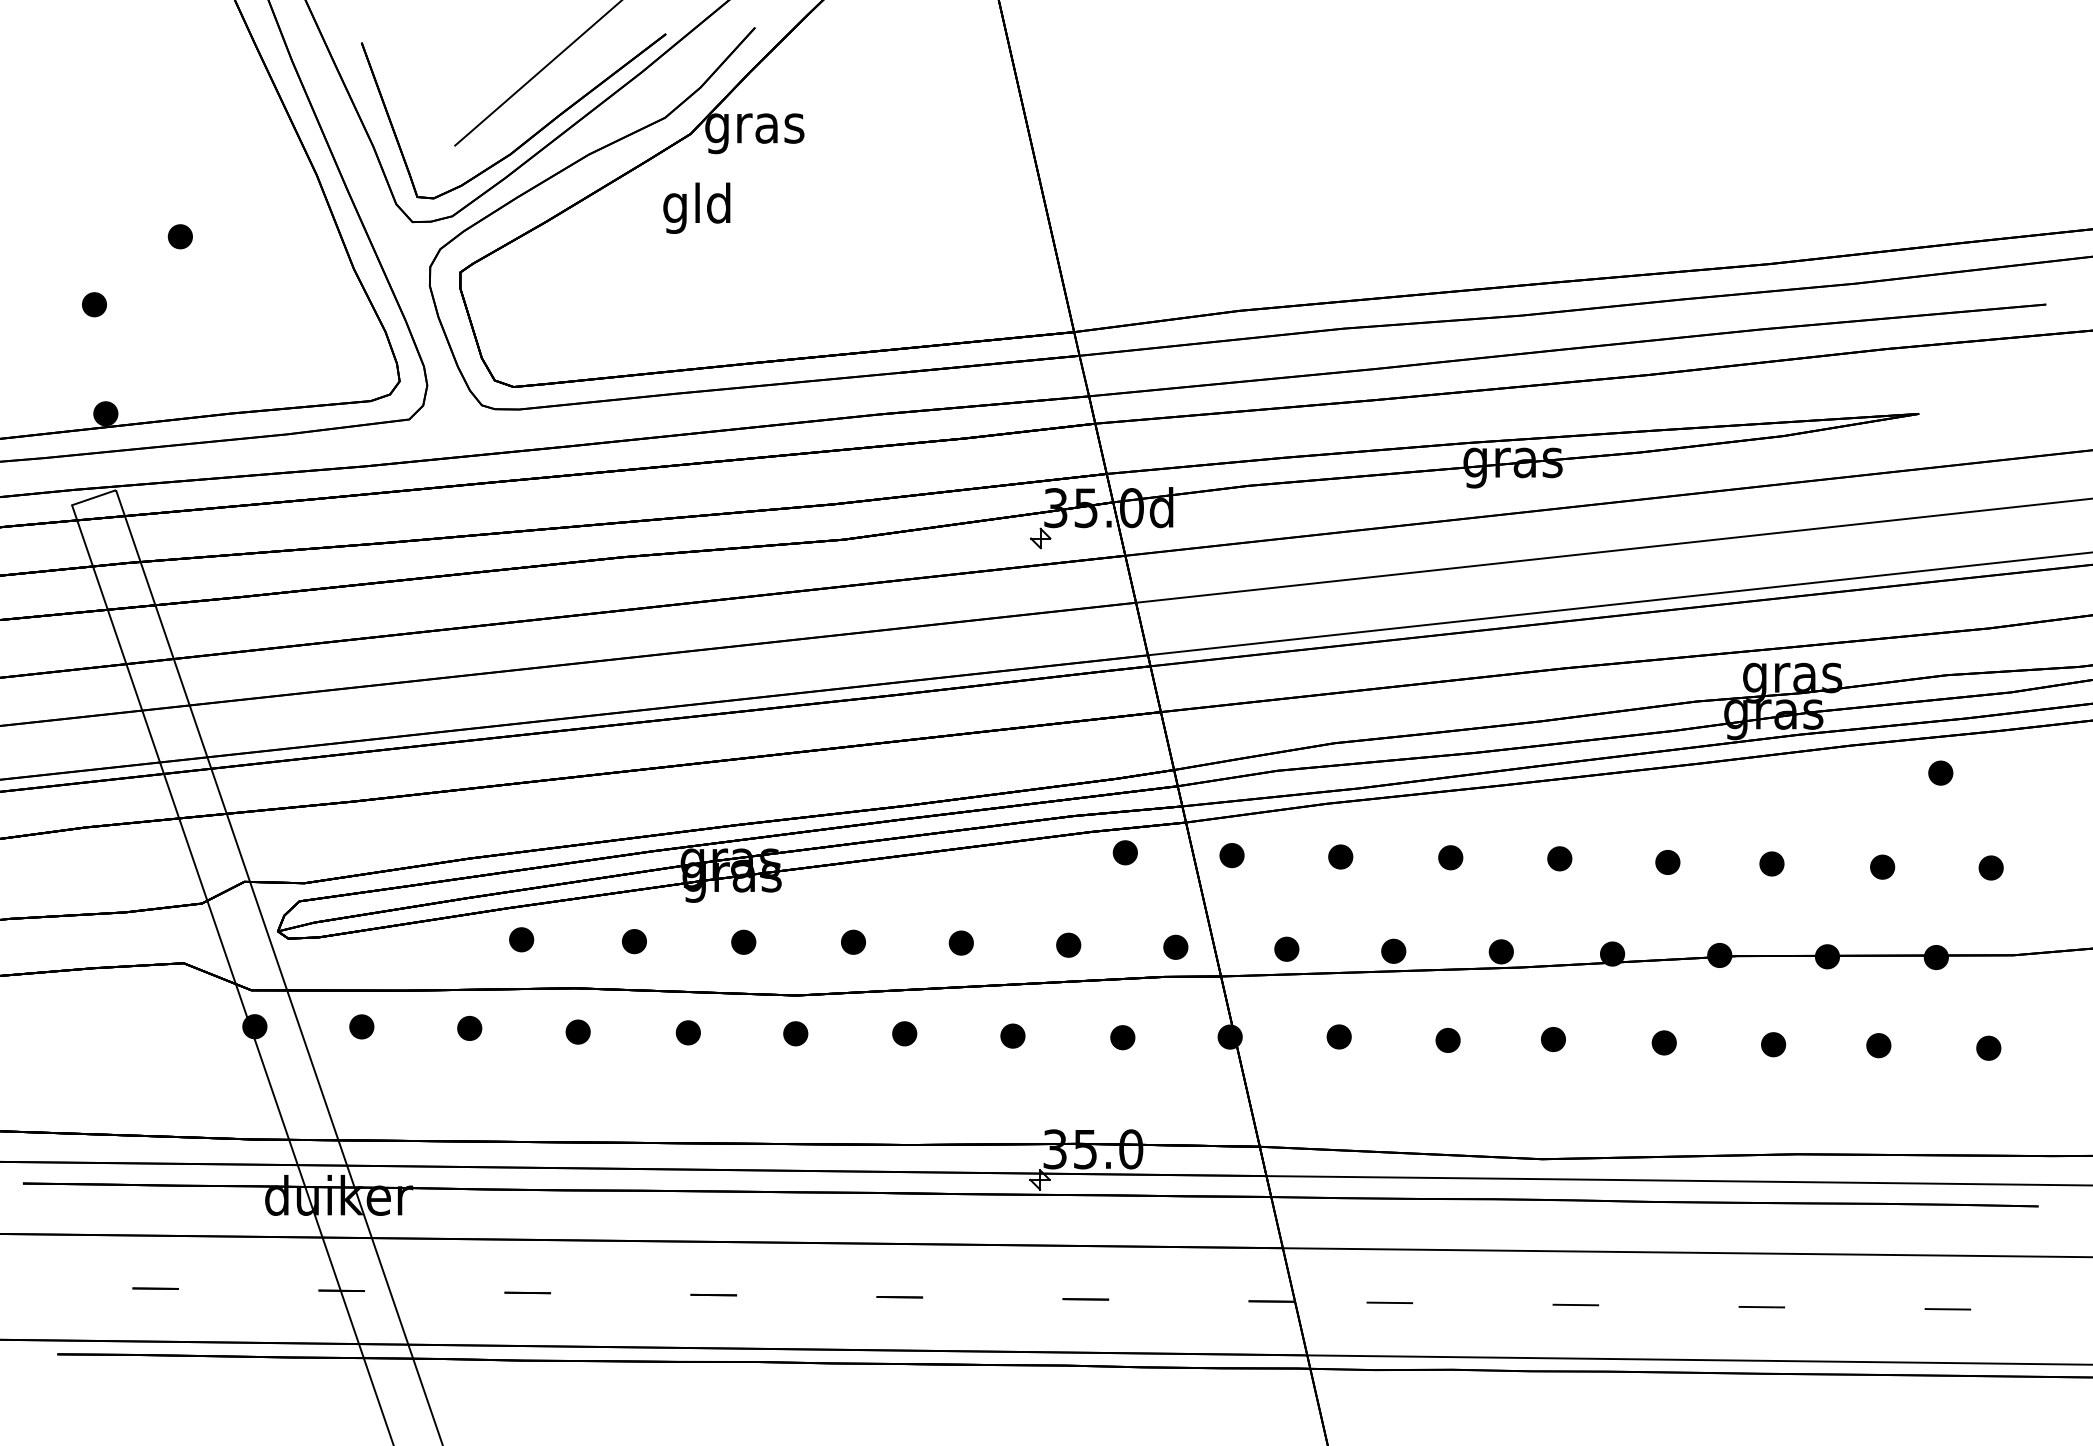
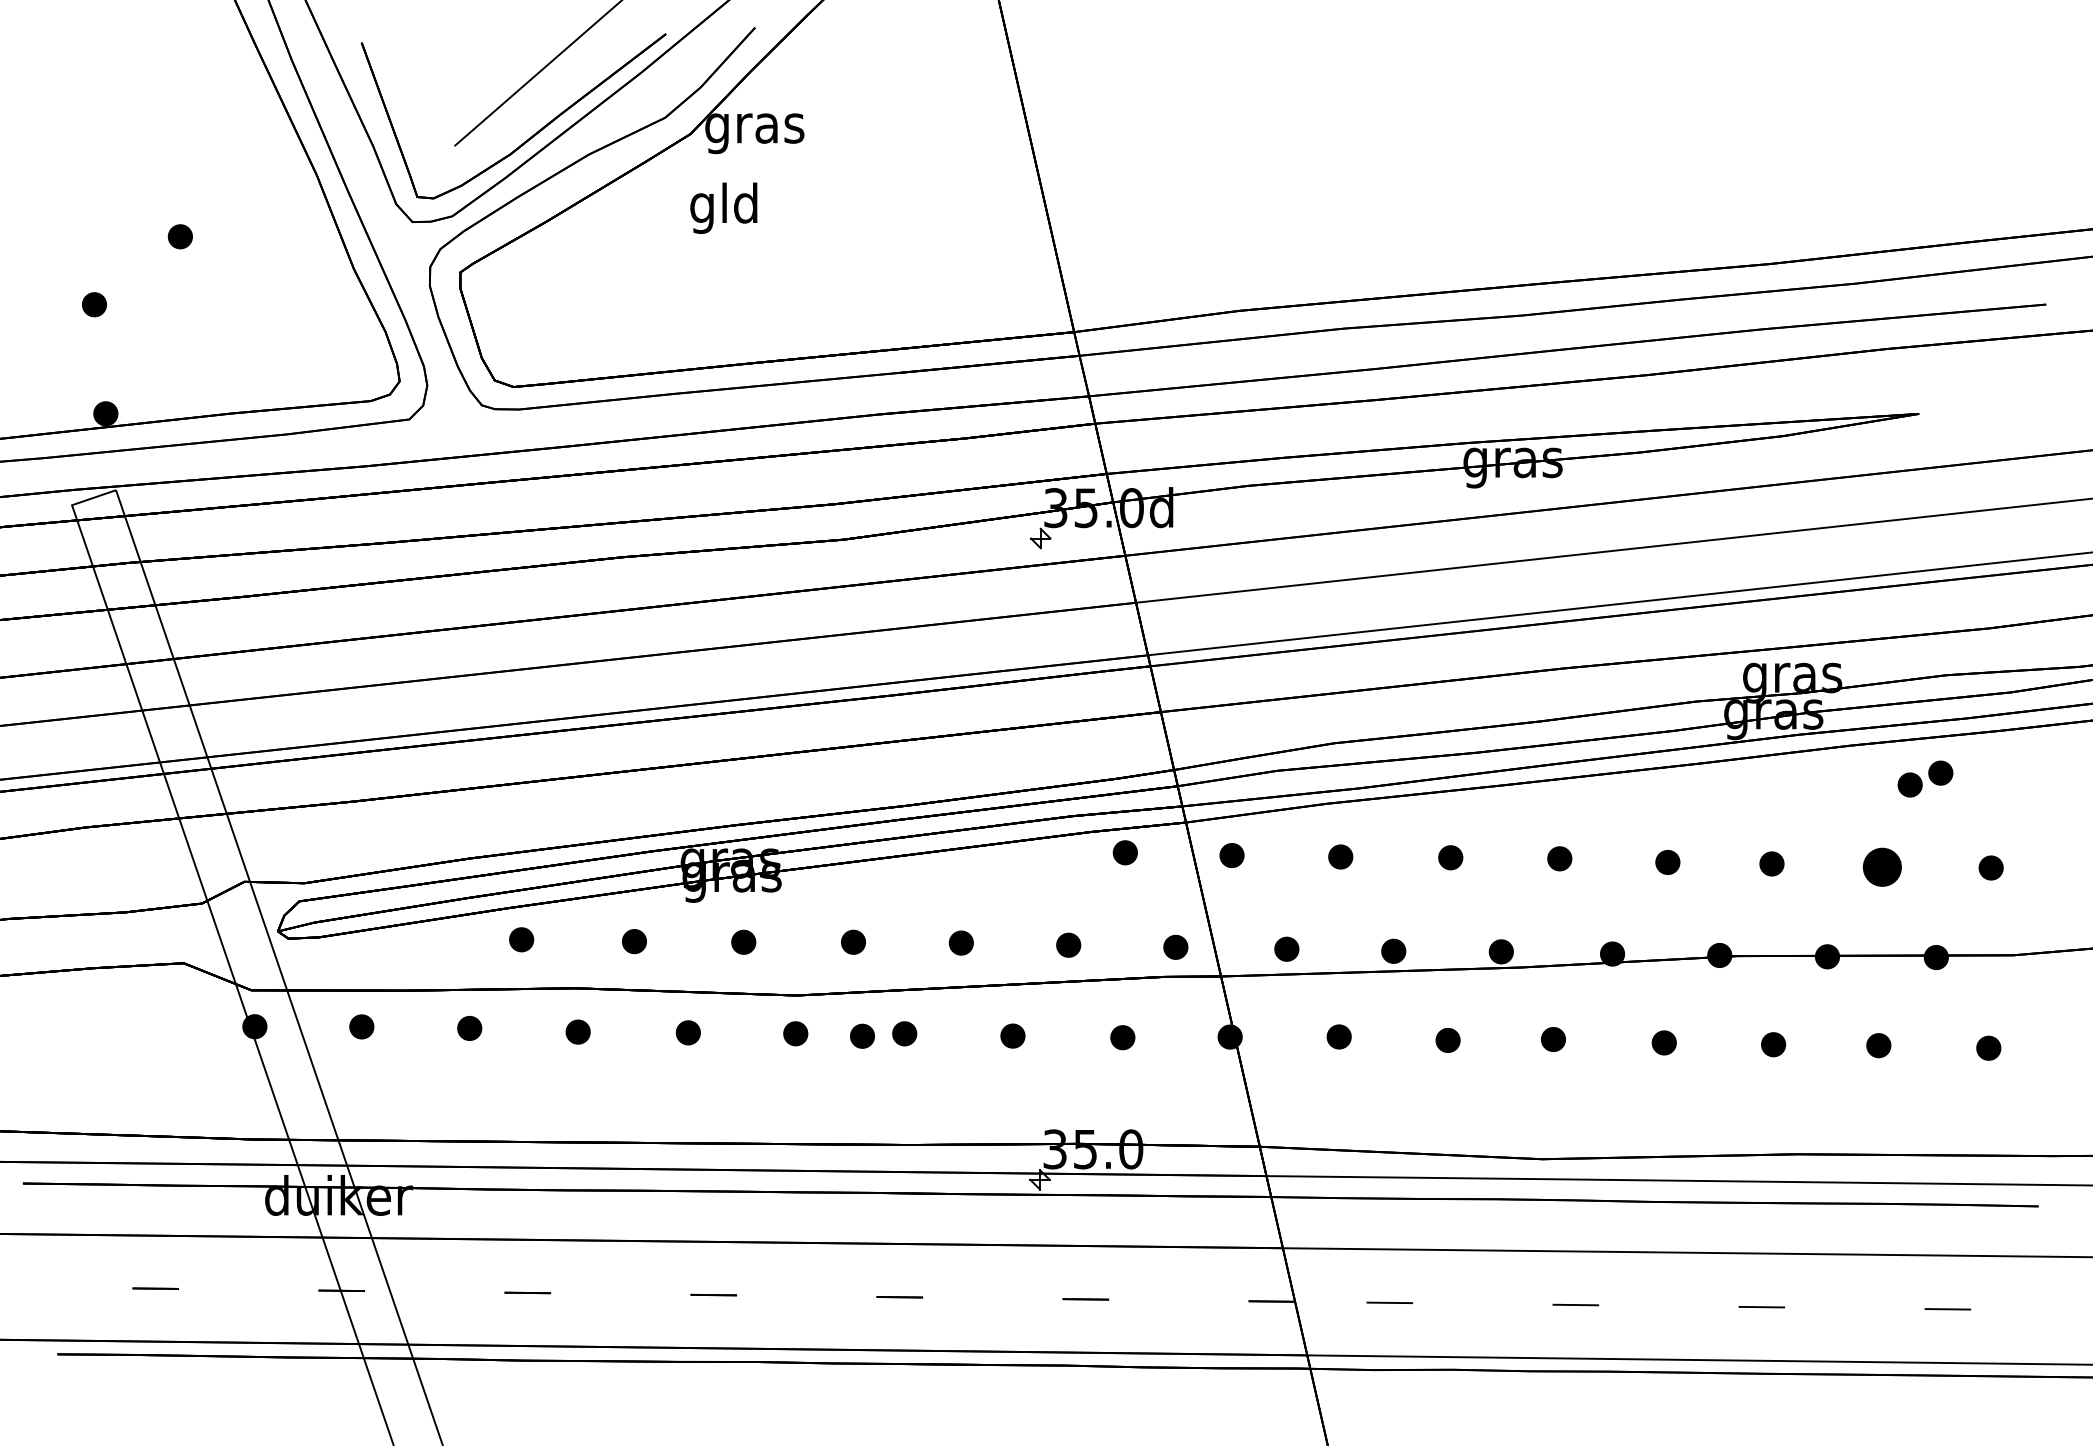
text at (696, 207) position: (696, 207) -> (723, 207)
part at (1909, 784): none -> present
part at (1882, 866) size: 26x26 px -> 40x40 px
part at (862, 1035): none -> present
